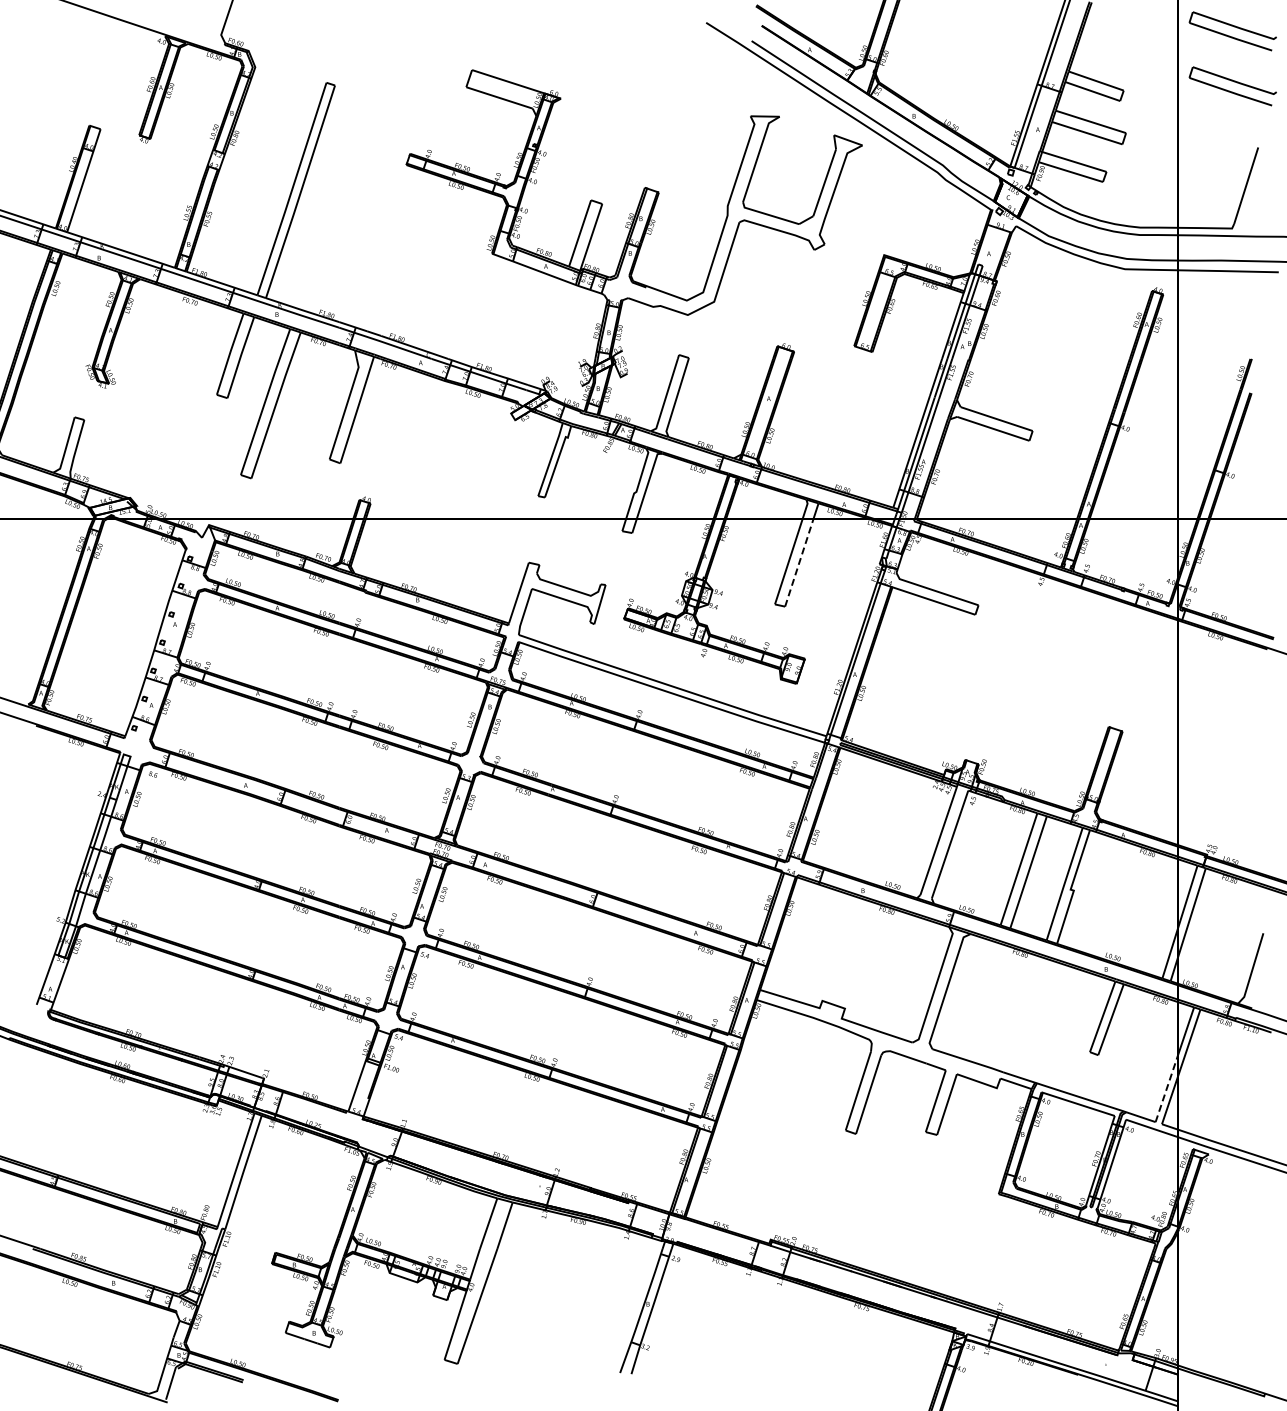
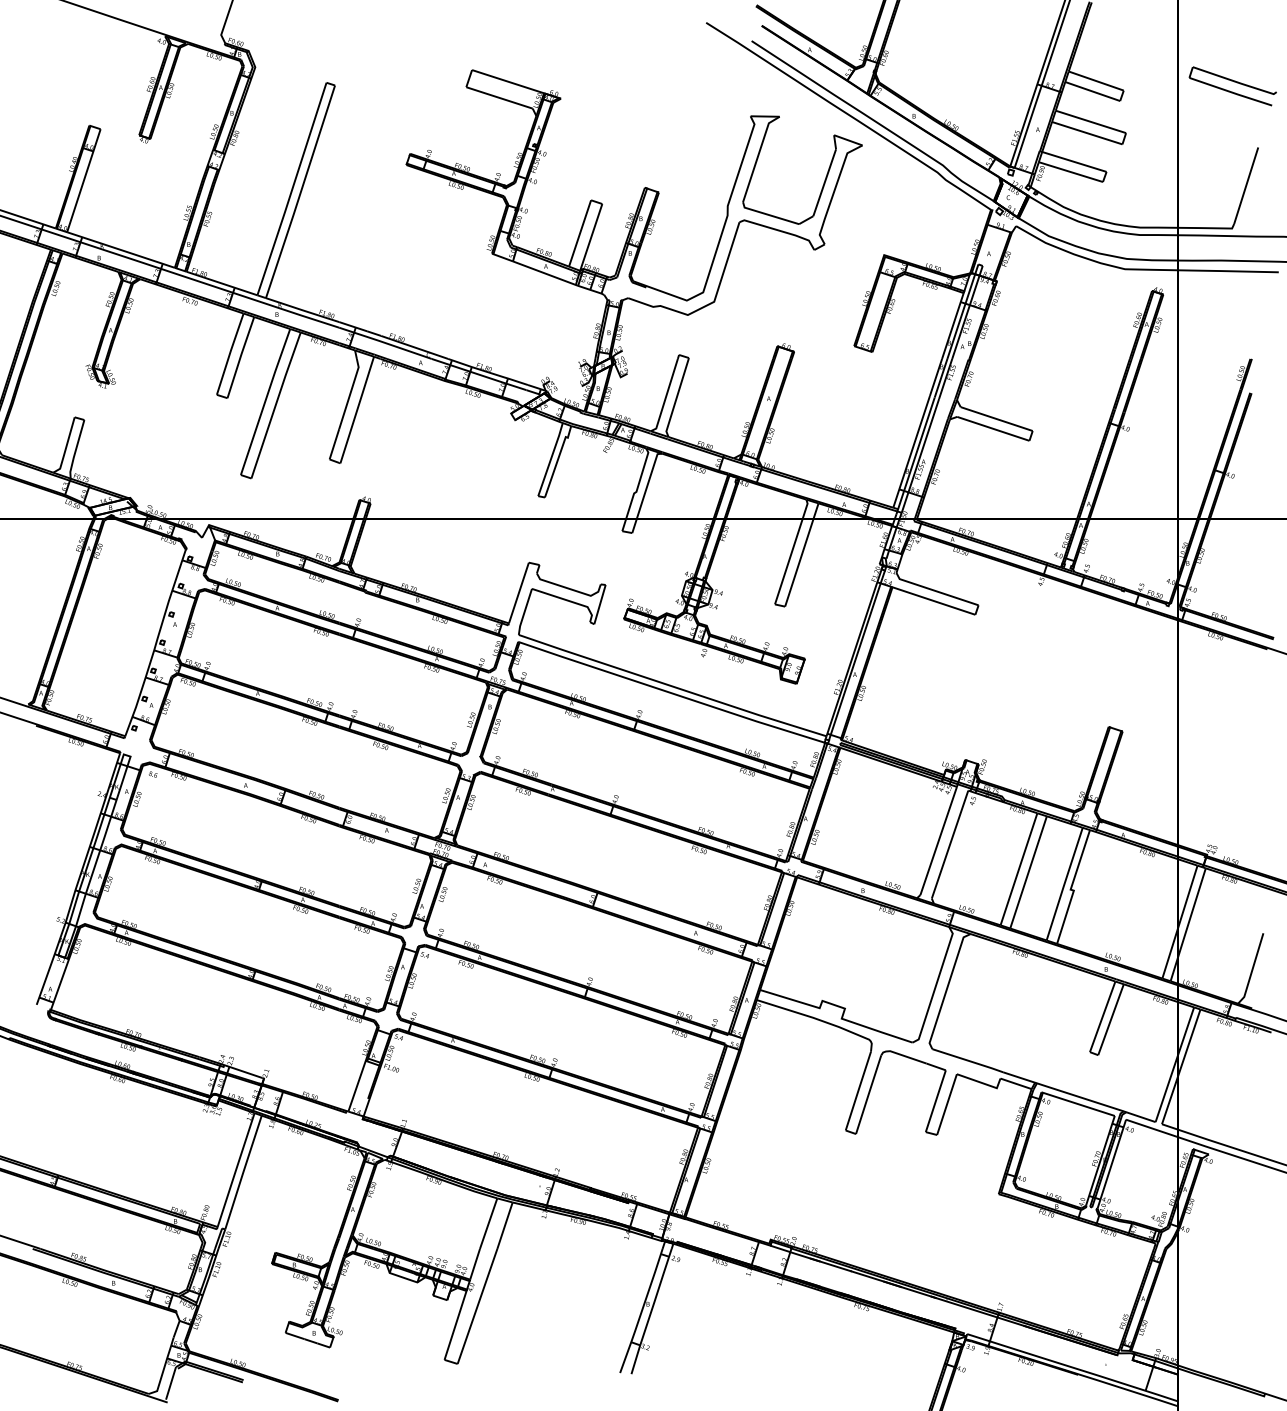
part at (1232, 31): present -> none
line at (799, 562): dashed -> solid
line at (1166, 1088): dashed -> solid
